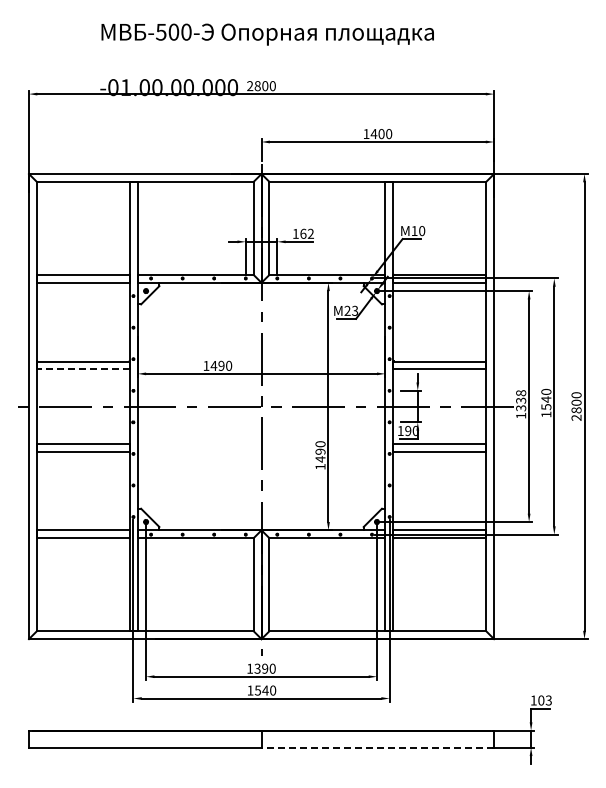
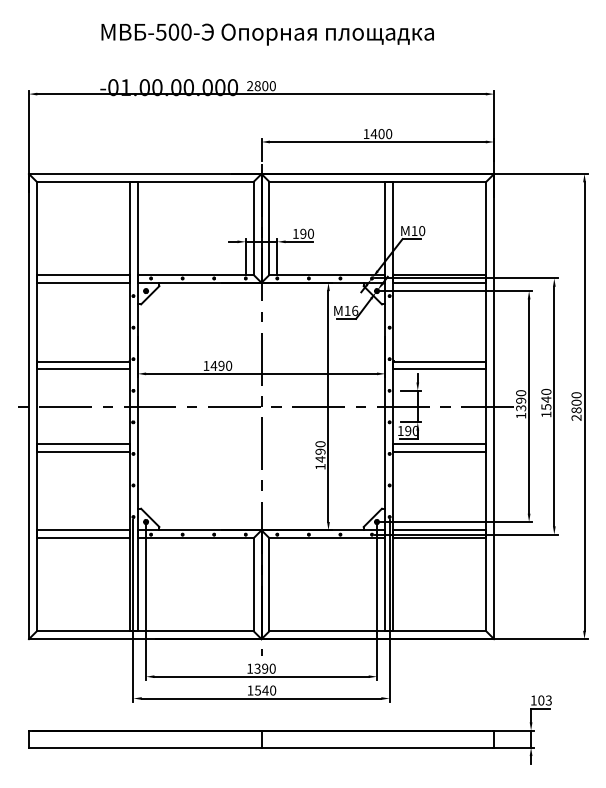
text at (306, 233): 162 -> 190
text at (351, 310): 23 -> 16
line at (83, 369): dashed -> solid
text at (521, 396): 1338 -> 1390
line at (377, 747): dashed -> solid
